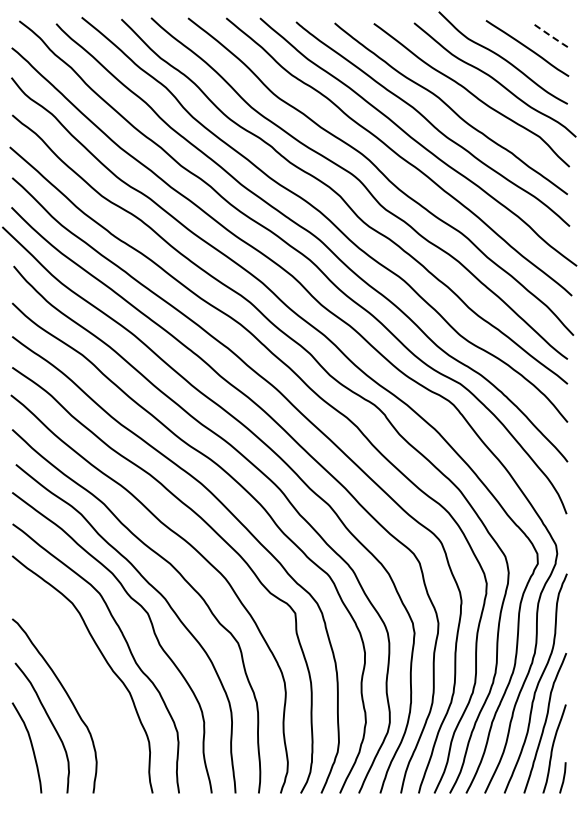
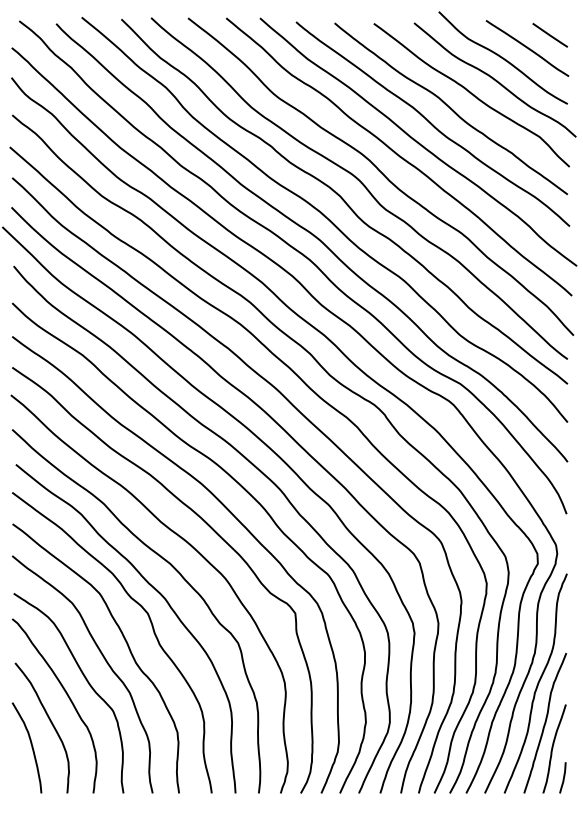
line at (550, 35): dashed -> solid
curve at (86, 681): none -> present
